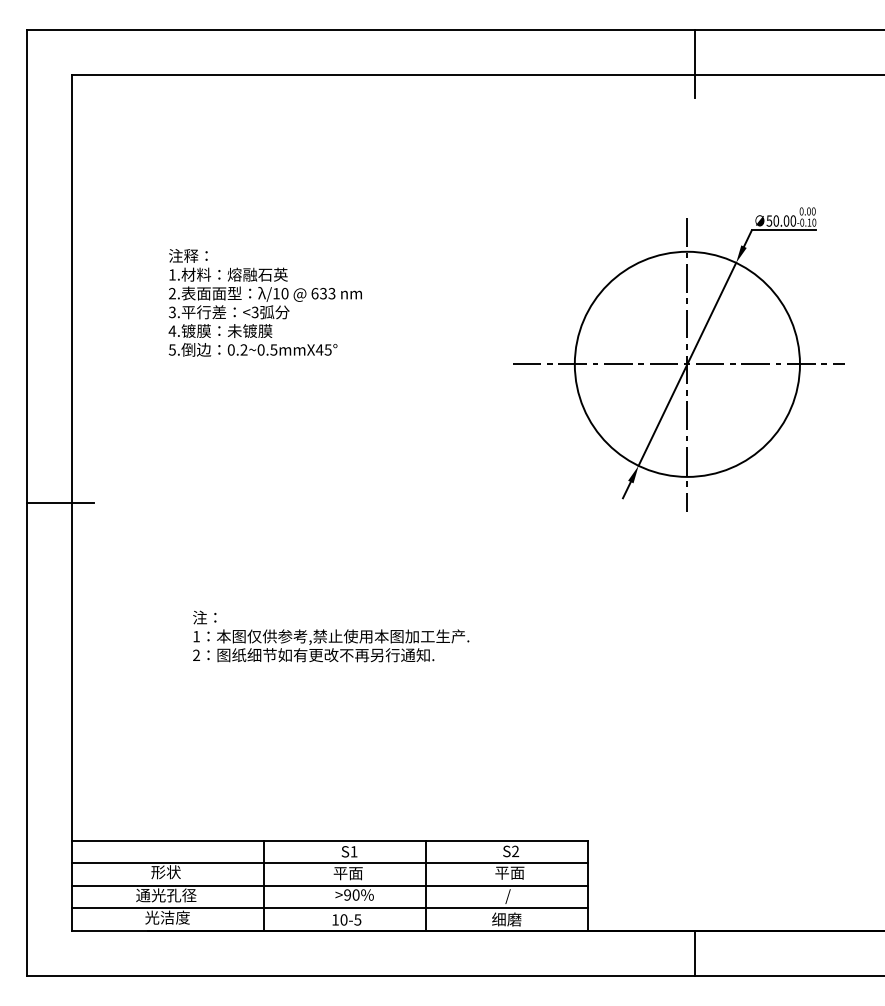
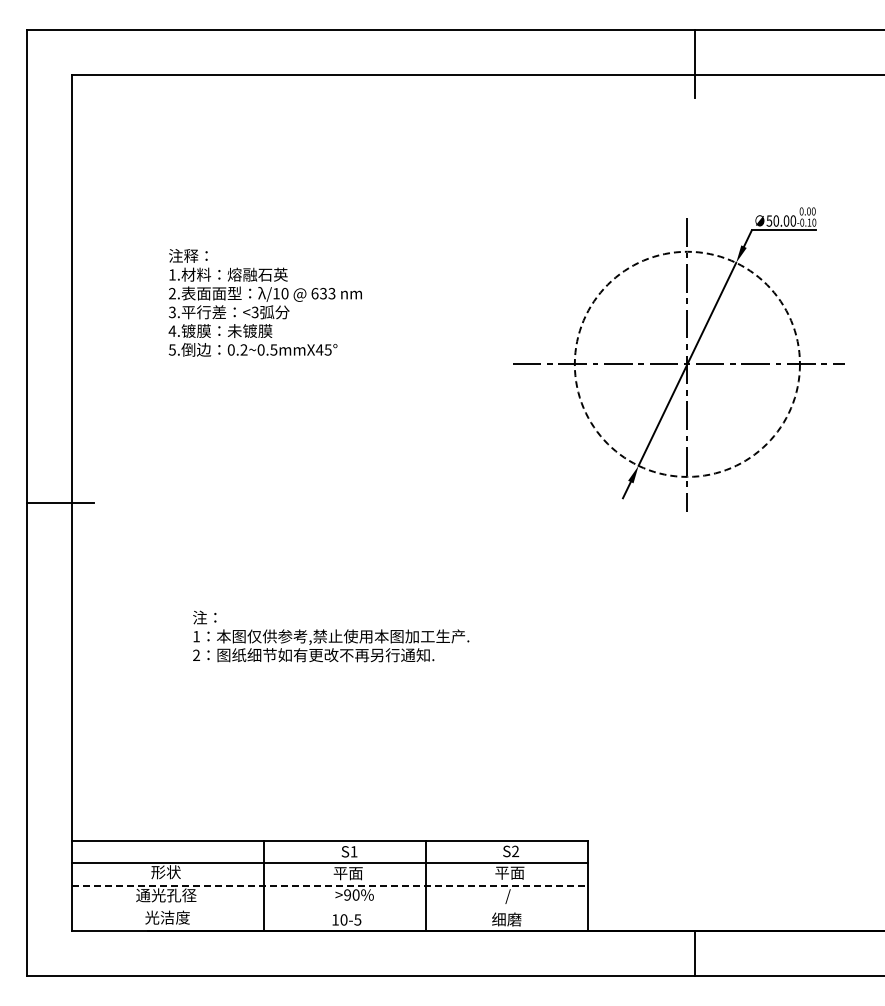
circle at (686, 363): solid -> dashed
line at (330, 885): solid -> dashed
line at (329, 908): present -> none
